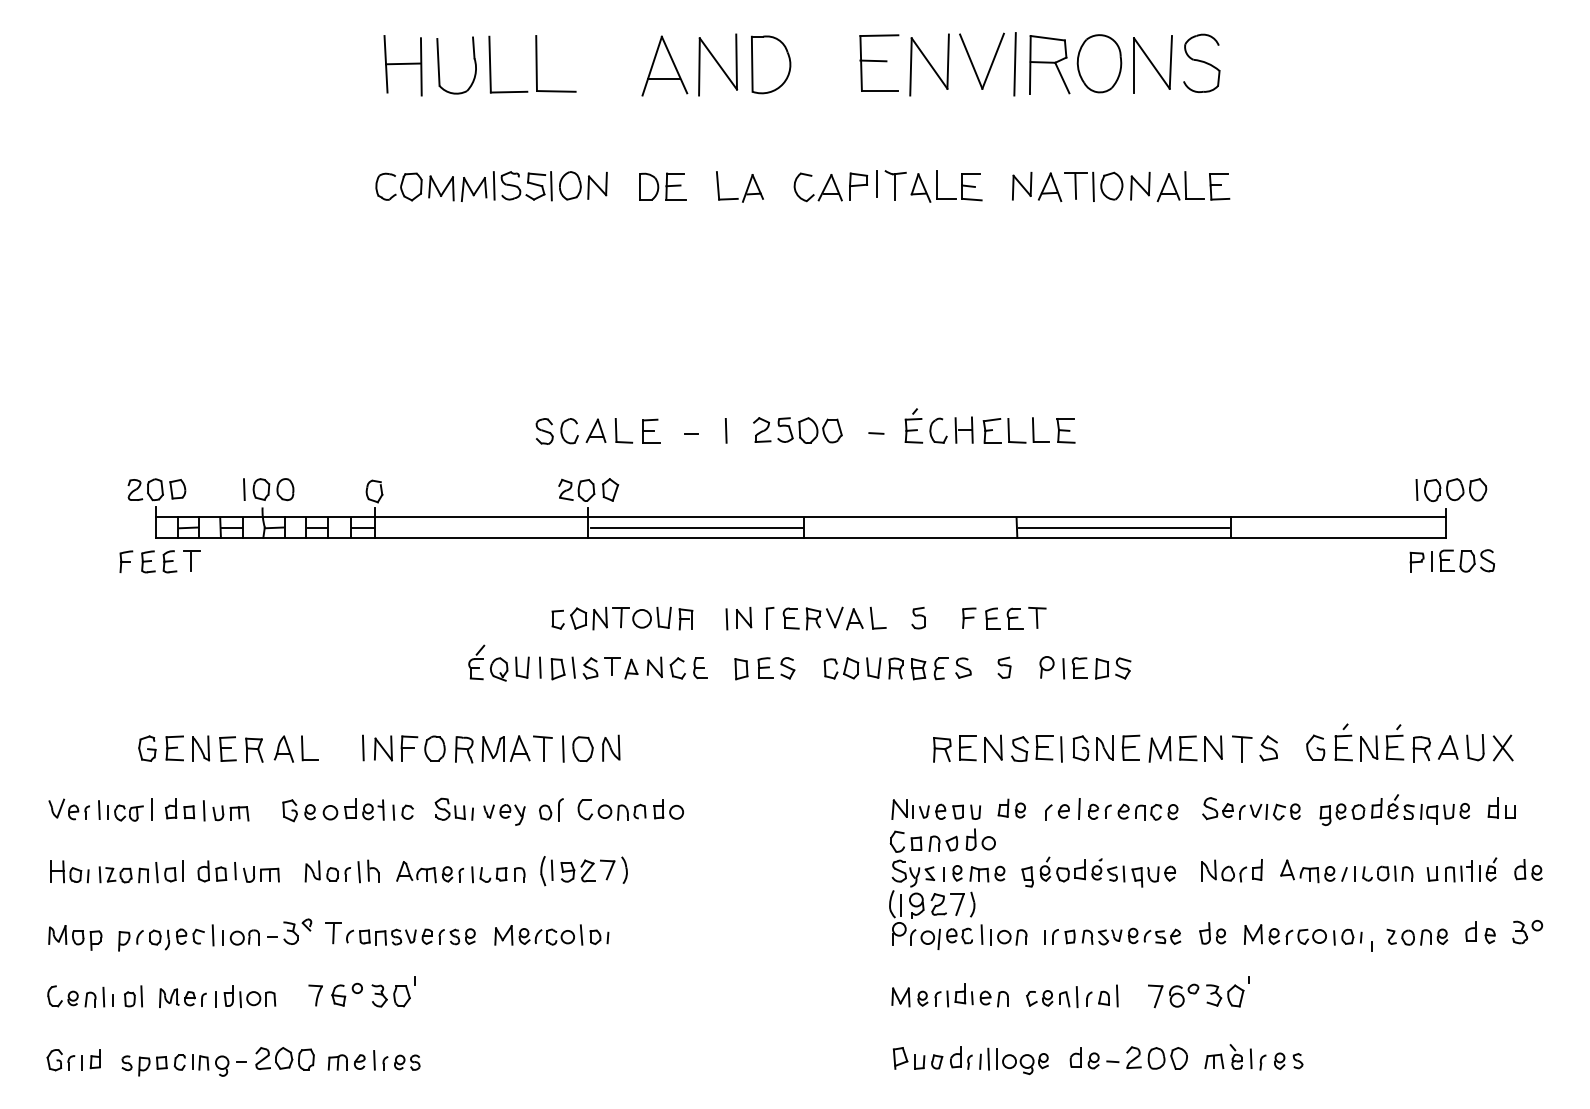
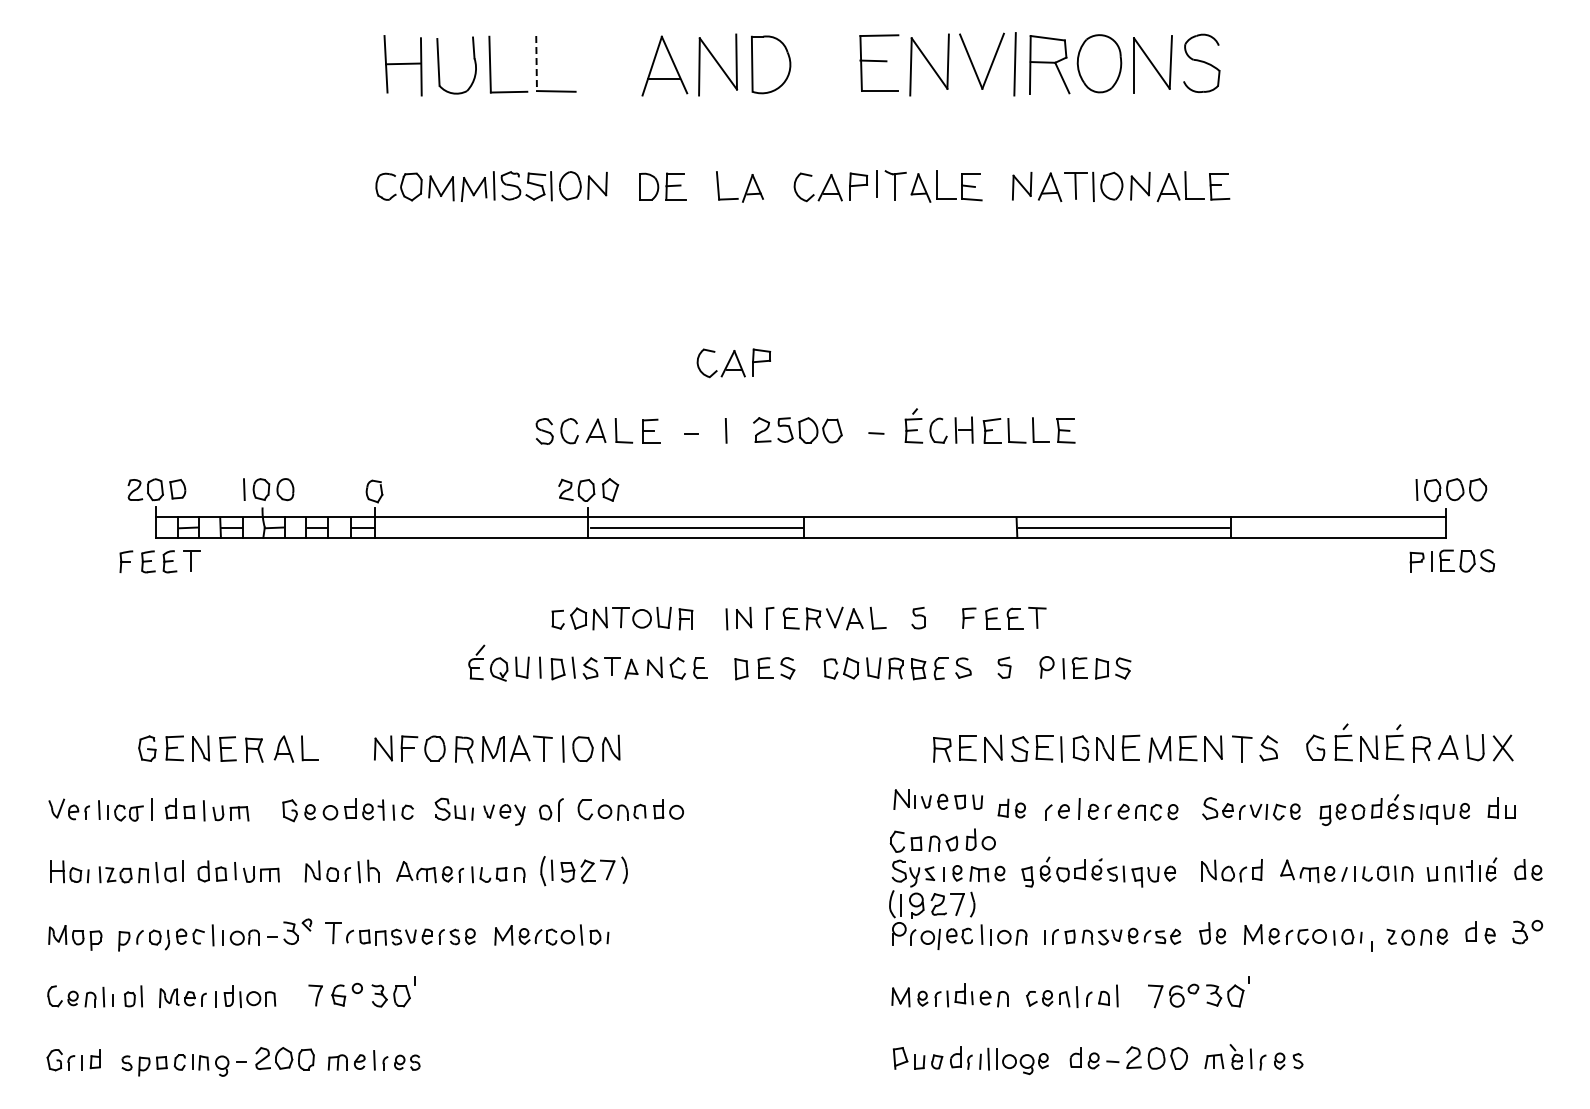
line at (536, 63): solid -> dashed
part at (733, 363): none -> present
line at (362, 747): present -> none
part at (935, 809) position: (935, 809) -> (937, 799)
